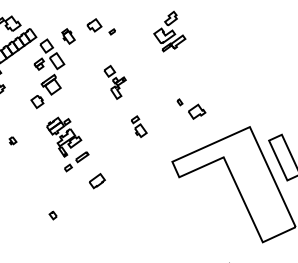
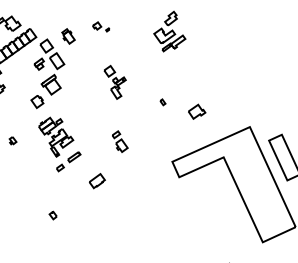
part at (100, 26) size: 30x18 px -> 19x12 px
part at (179, 102) position: (179, 102) -> (162, 102)
part at (139, 126) position: (139, 126) -> (120, 141)
part at (67, 144) position: (67, 144) -> (59, 144)
